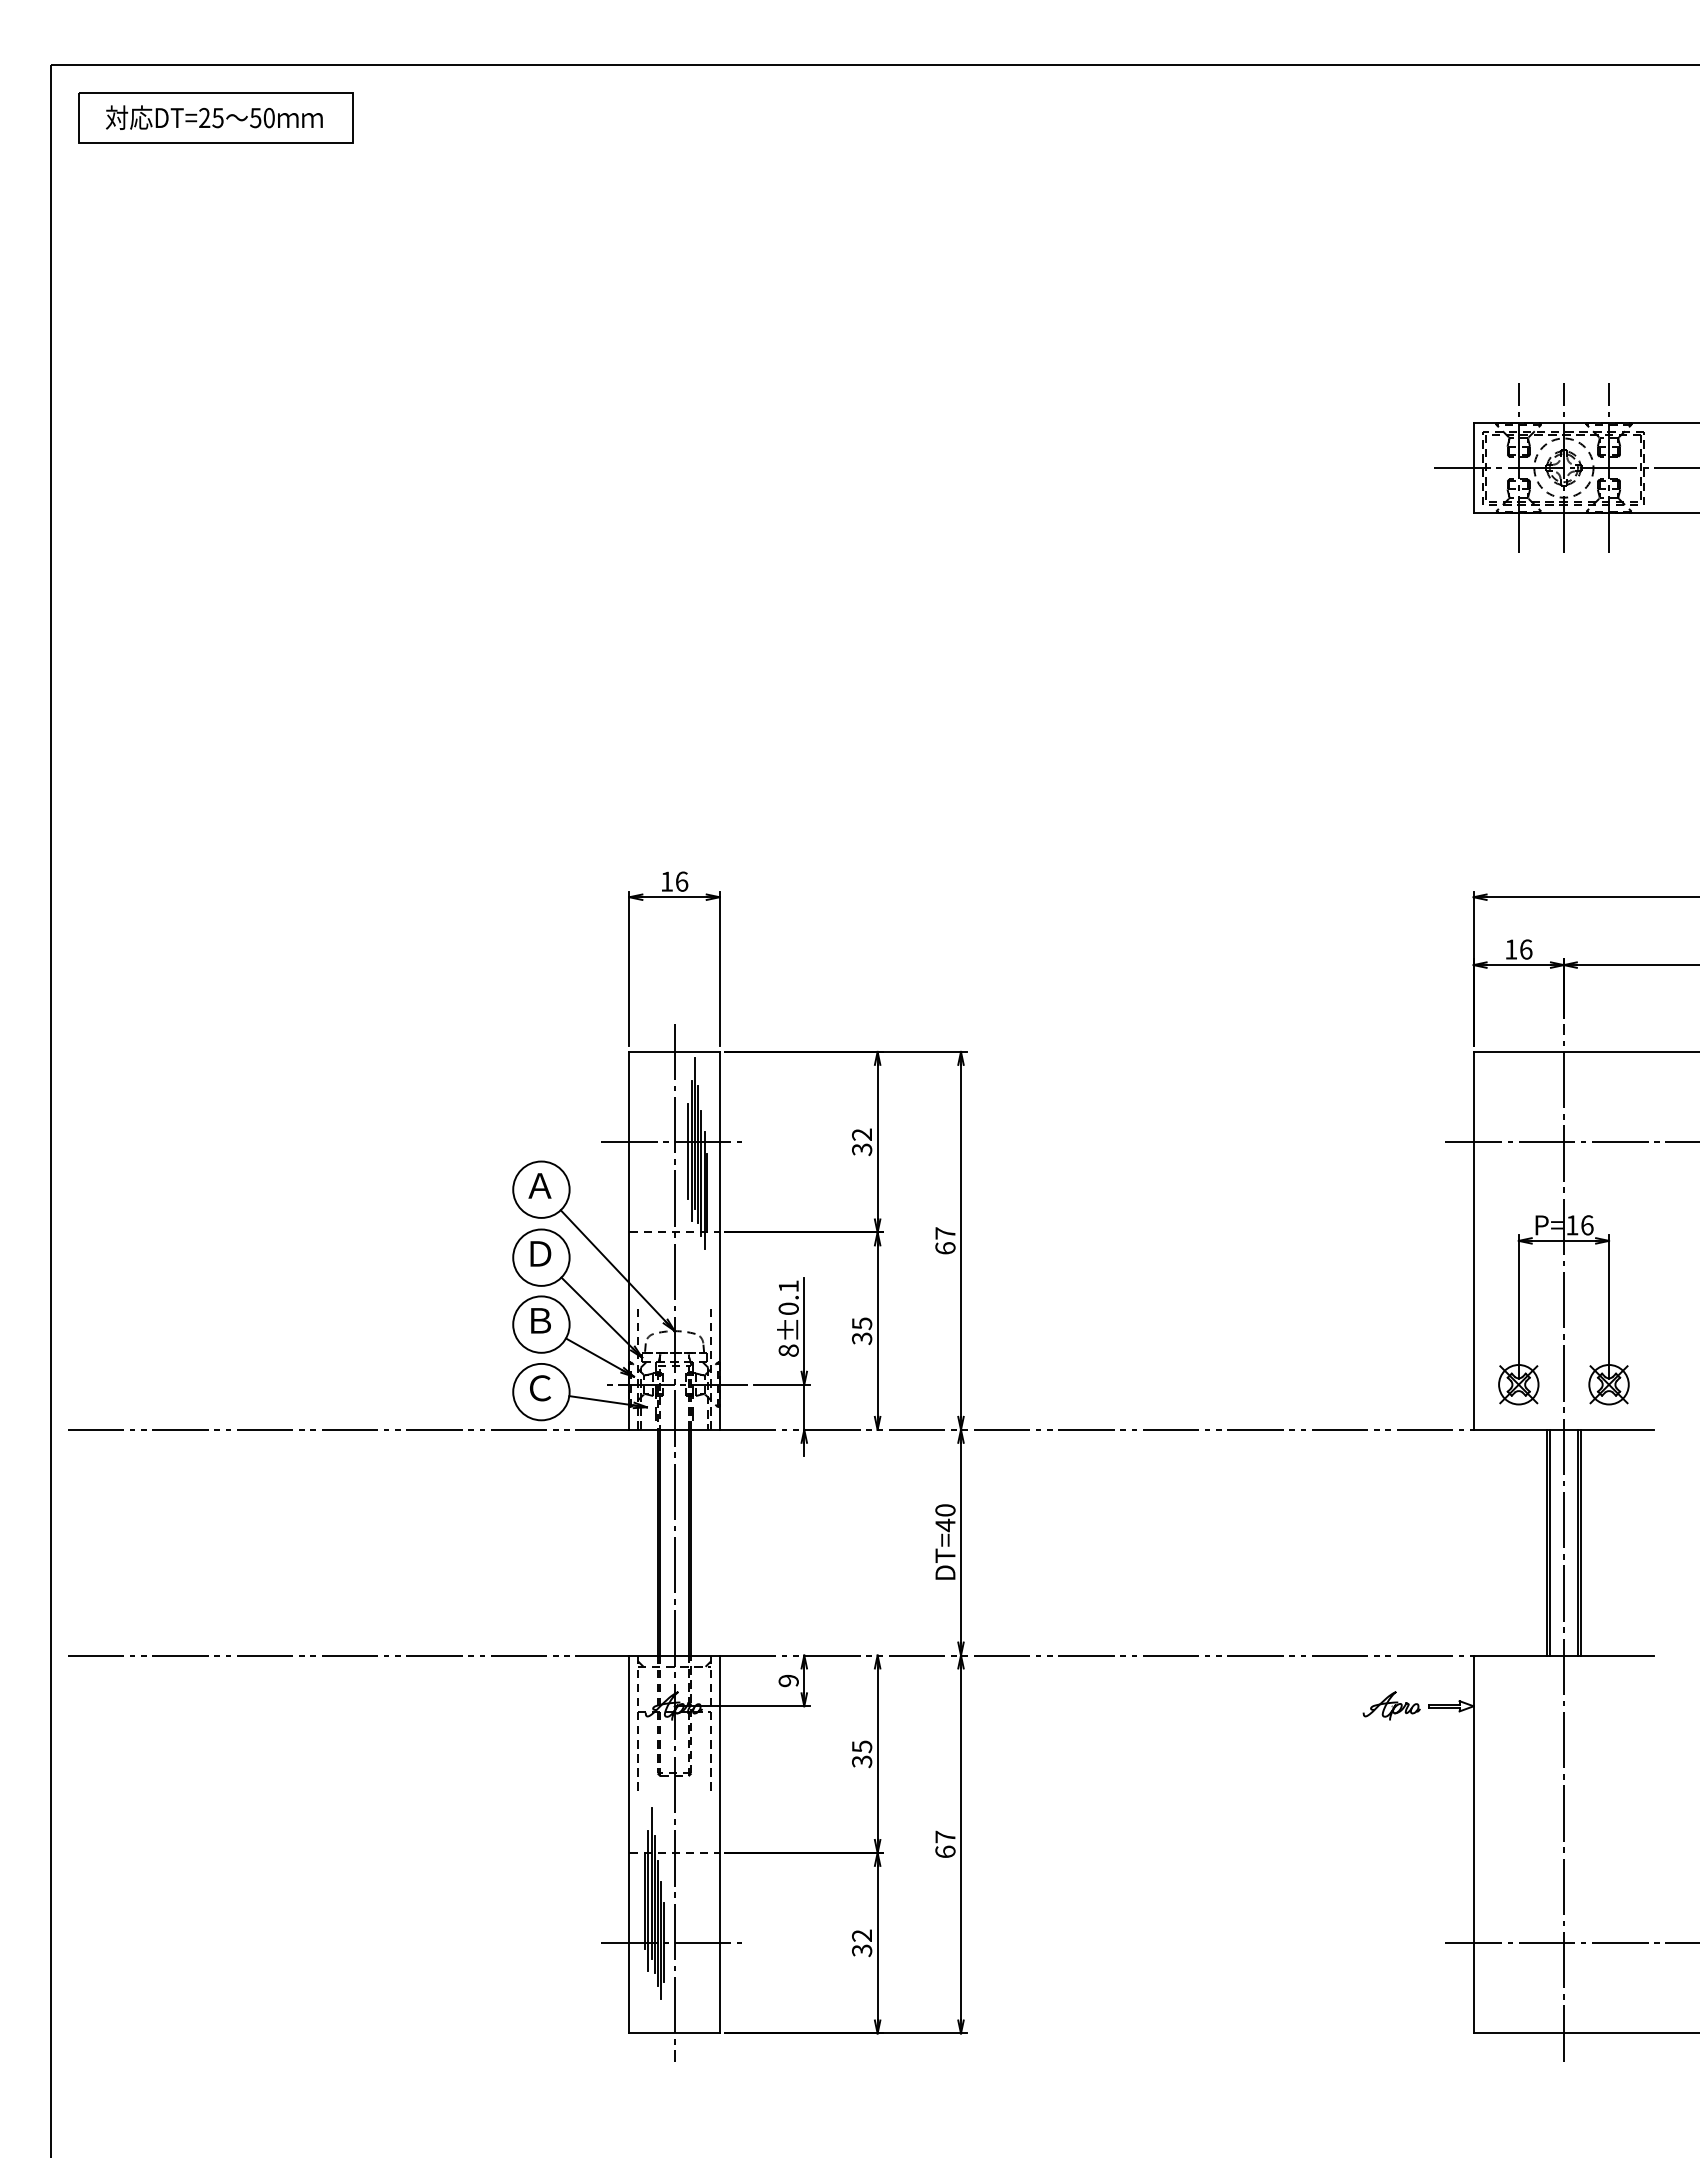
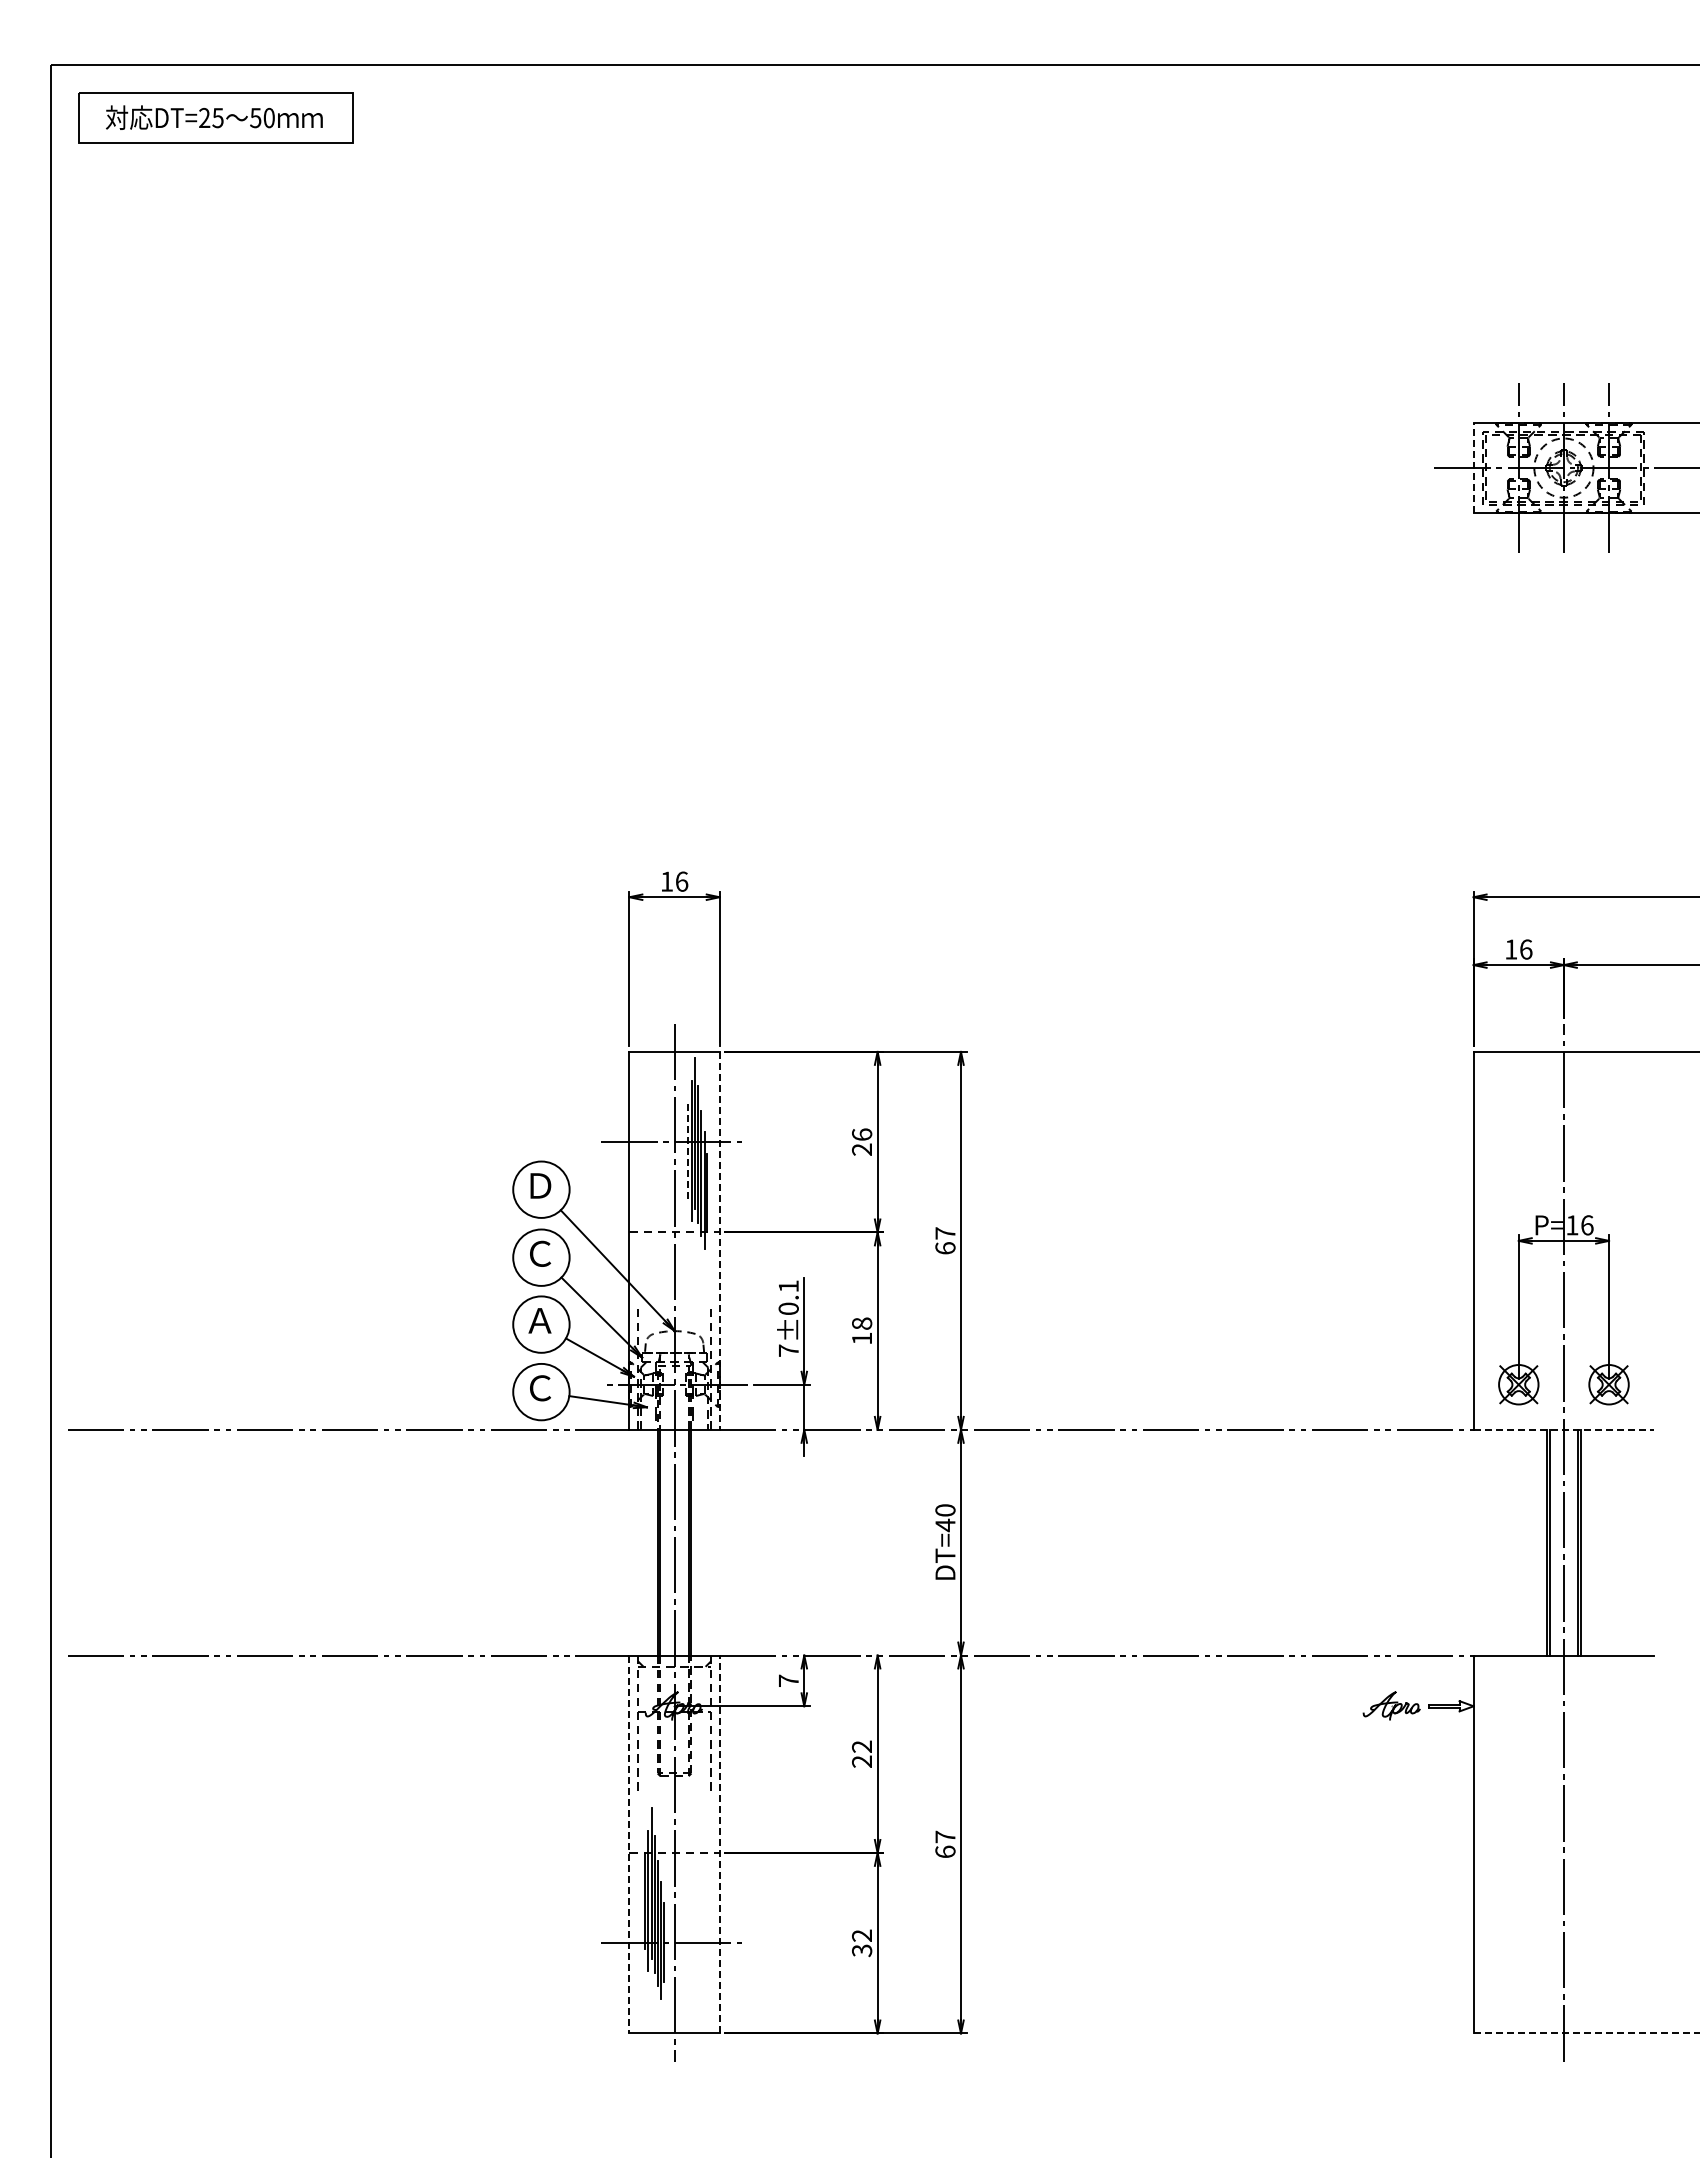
line at (1473, 467): solid -> dashed
text at (862, 1142): 32 -> 26
line at (1570, 1142): present -> none
line at (687, 1151): solid -> dashed
text at (539, 1185): Ａ -> Ｄ
line at (719, 1240): solid -> dashed
text at (540, 1253): Ｄ -> Ｃ
text at (539, 1320): Ｂ -> Ａ
text at (862, 1331): 35 -> 18
text at (788, 1350): 8±0.1 -> 7±0.1
line at (1564, 1429): solid -> dashed
text at (788, 1680): 9 -> 7
text at (862, 1754): 35 -> 22
line at (629, 1844): solid -> dashed
line at (719, 1844): solid -> dashed
line at (1570, 1943): present -> none
line at (1586, 2033): solid -> dashed
